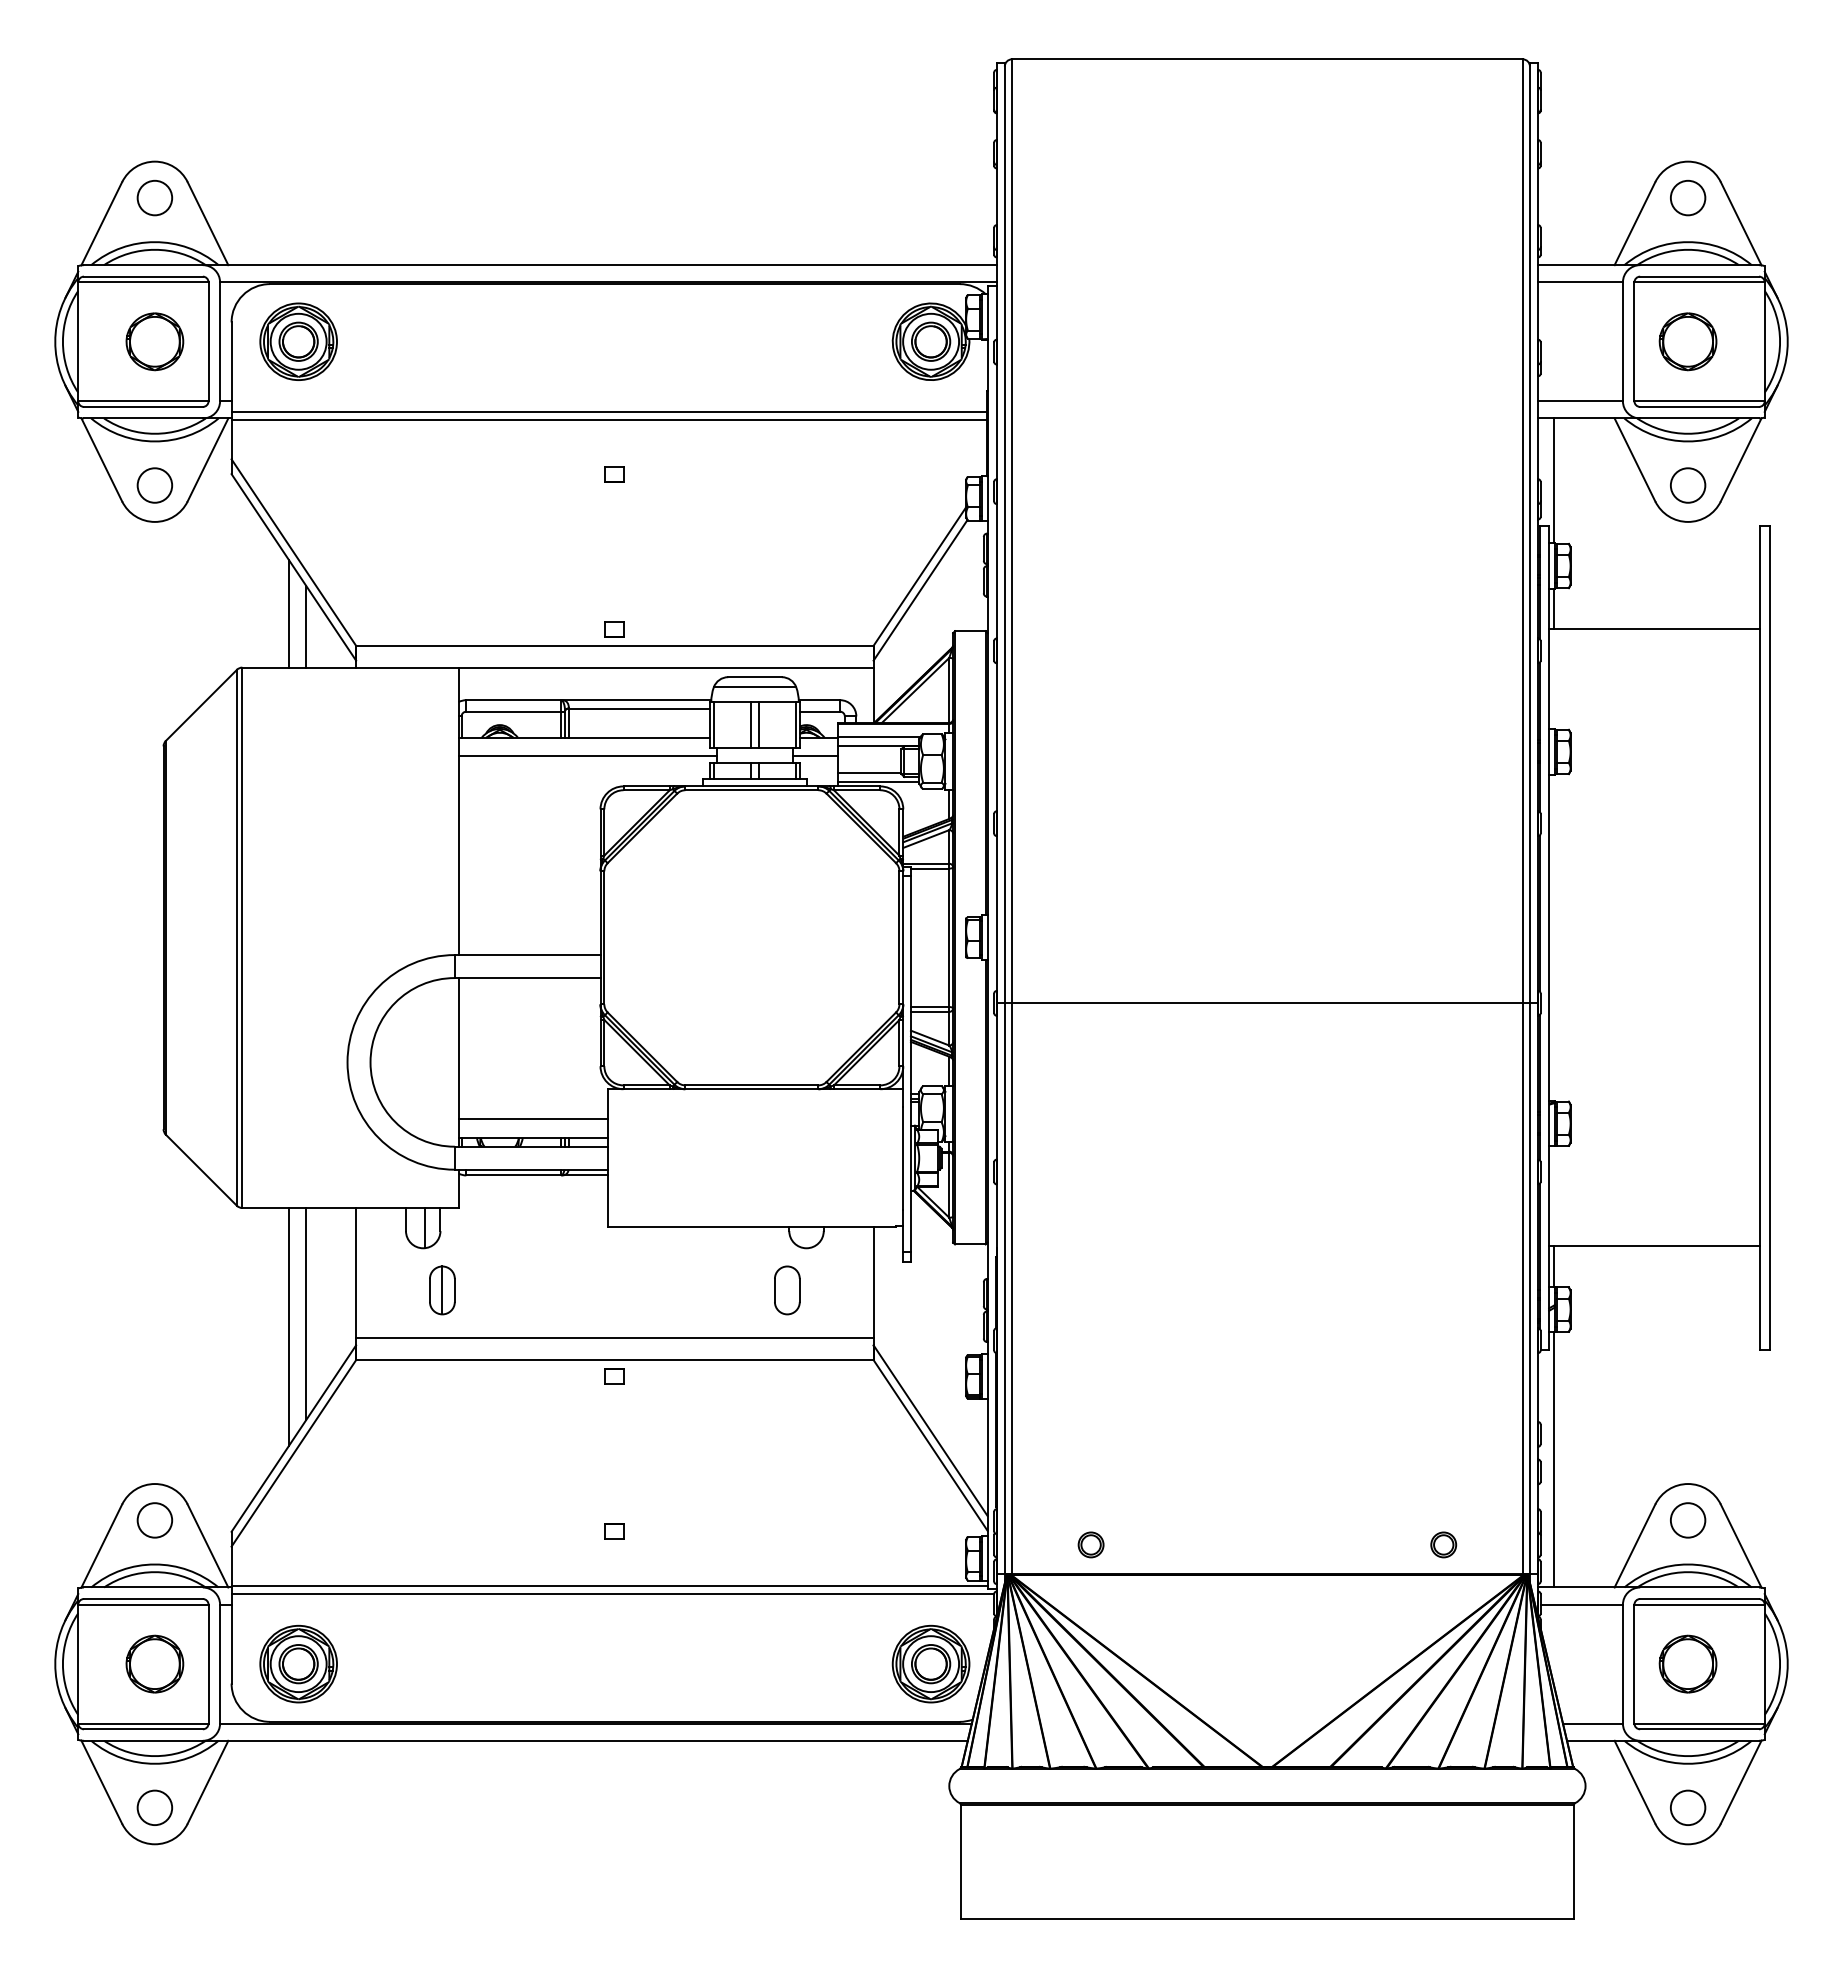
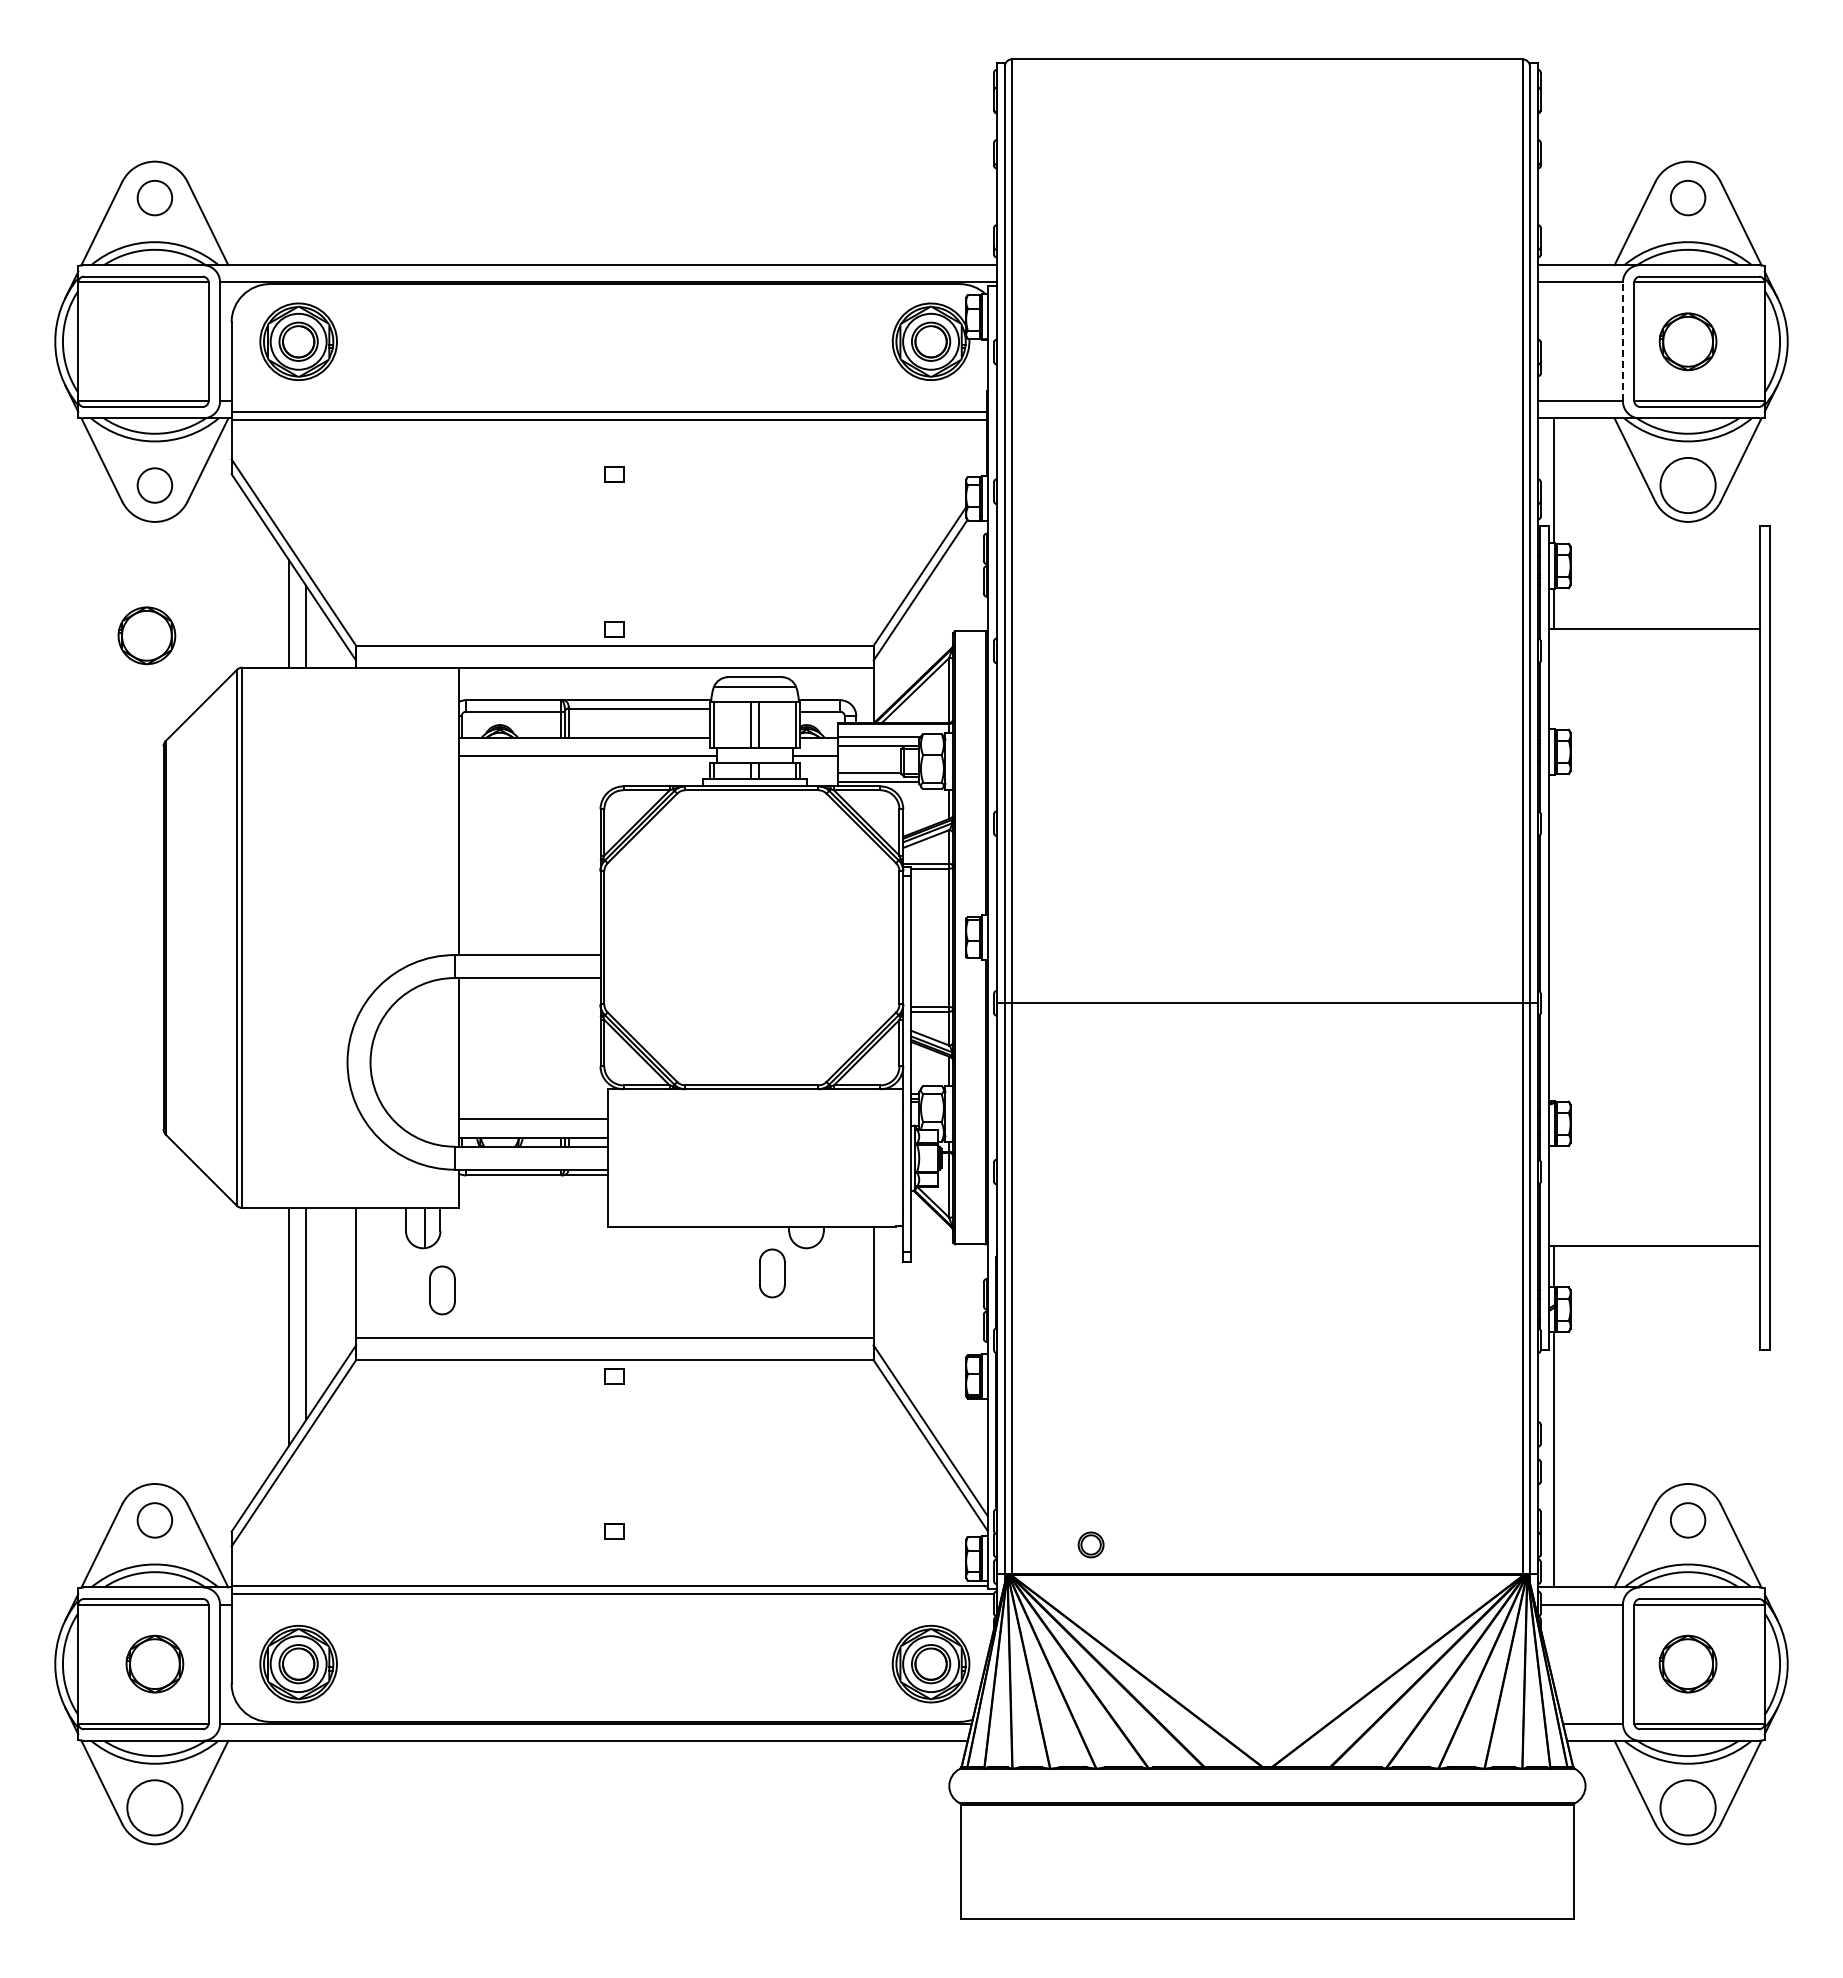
part at (154, 341) position: (154, 341) -> (146, 635)
line at (1622, 341): solid -> dashed
circle at (1687, 485) diameter: 34 px -> 55 px
line at (442, 1290): present -> none
part at (787, 1290) position: (787, 1290) -> (772, 1273)
part at (1443, 1544): present -> none
circle at (154, 1807) diameter: 34 px -> 55 px
circle at (1687, 1807) diameter: 34 px -> 55 px
